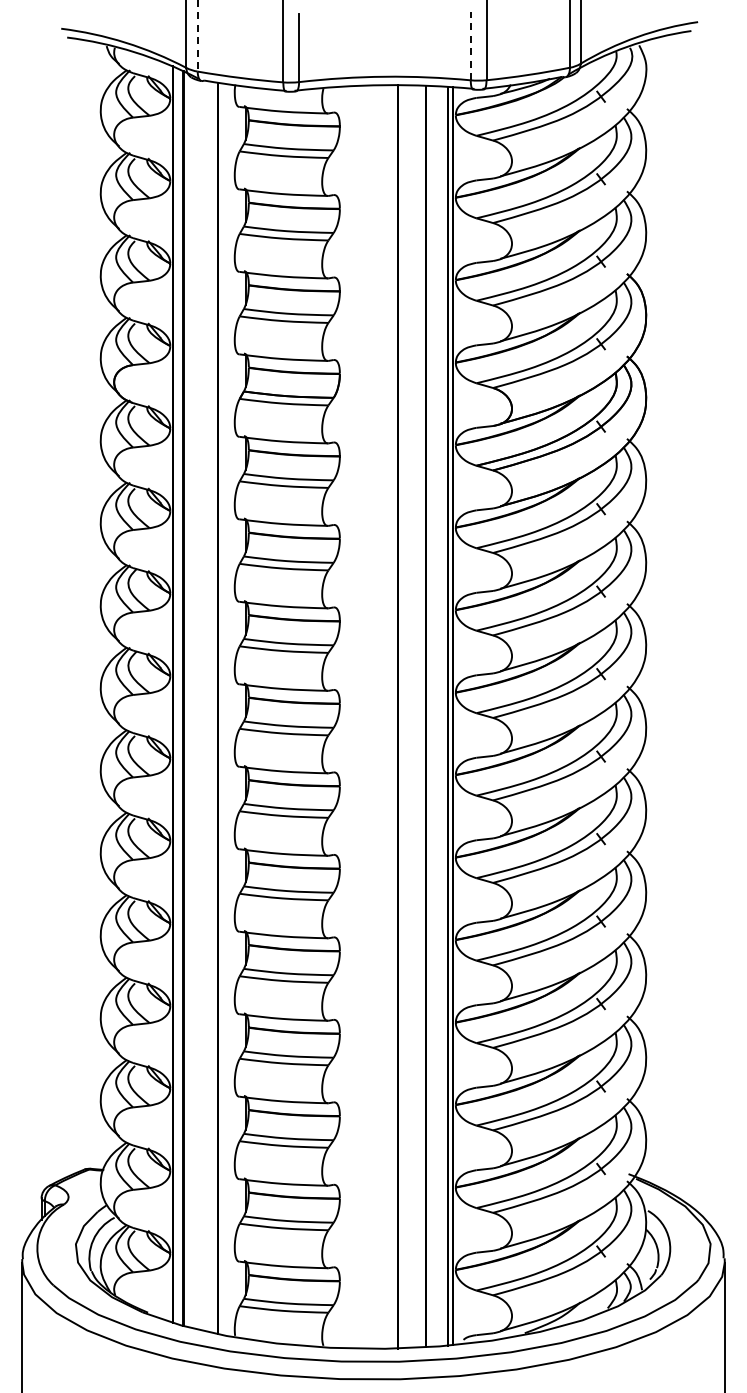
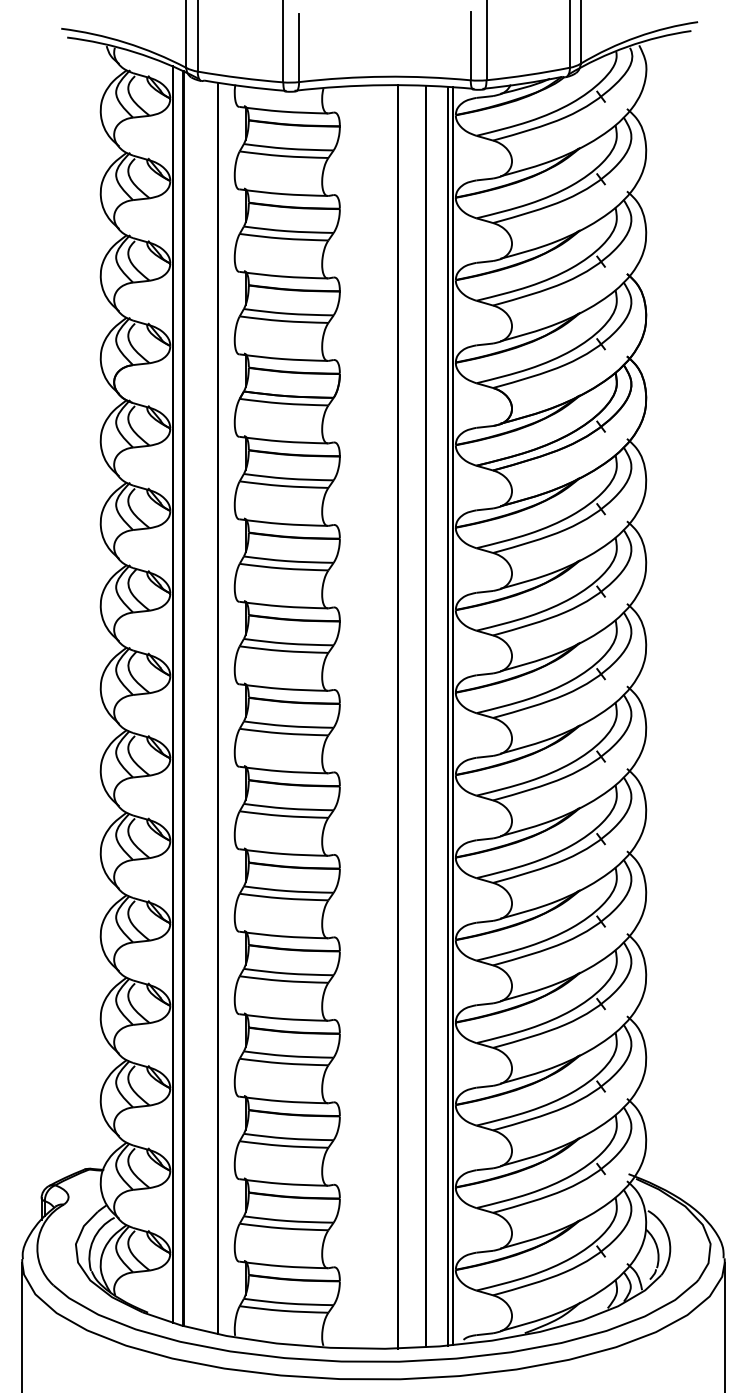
line at (197, 35): dashed -> solid
line at (470, 45): dashed -> solid
